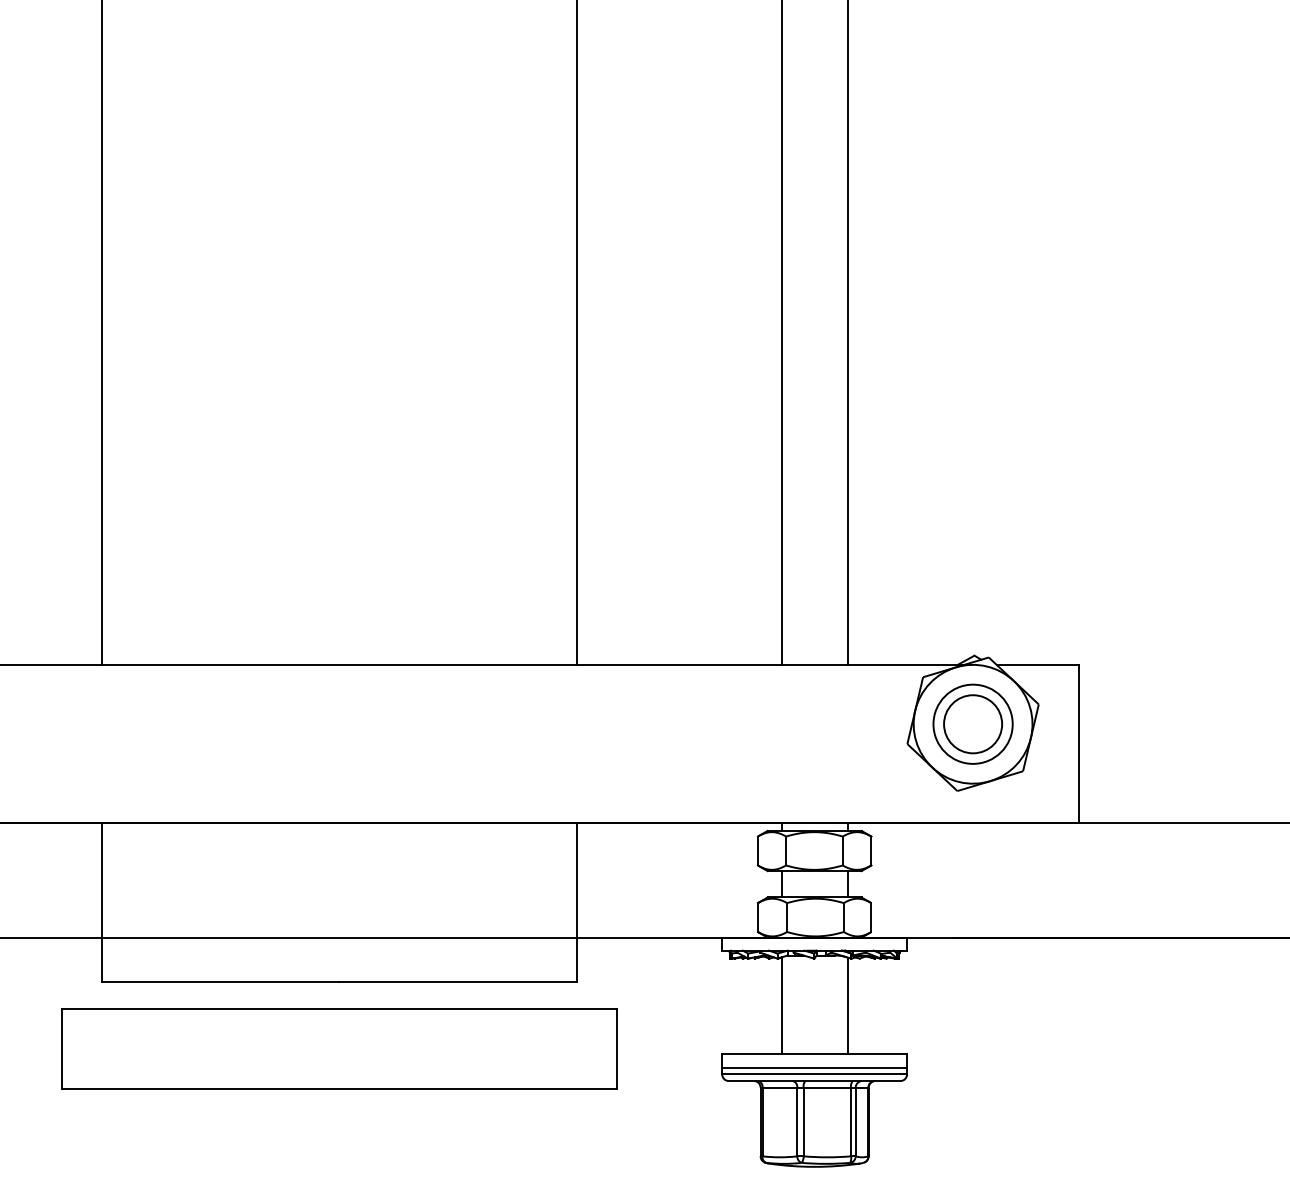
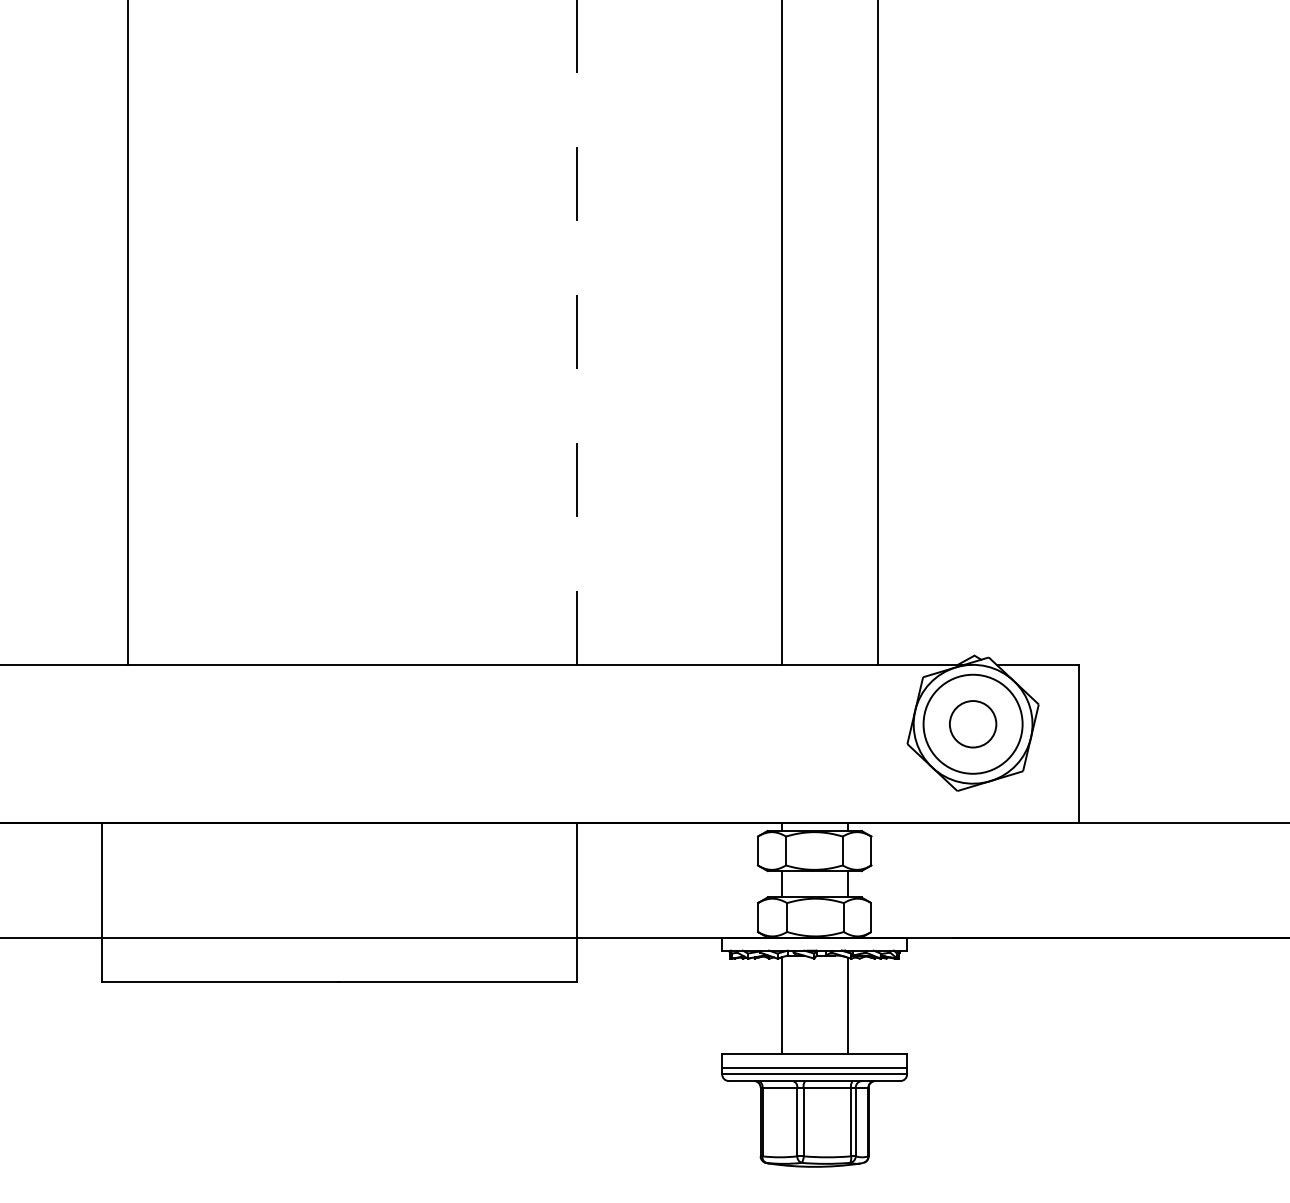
line at (576, 332): solid -> dashed
line at (101, 333) position: (101, 333) -> (127, 333)
line at (847, 333) position: (847, 333) -> (877, 333)
circle at (972, 723) diameter: 79 px -> 99 px
circle at (973, 724) diameter: 58 px -> 46 px
part at (339, 1048): present -> none
